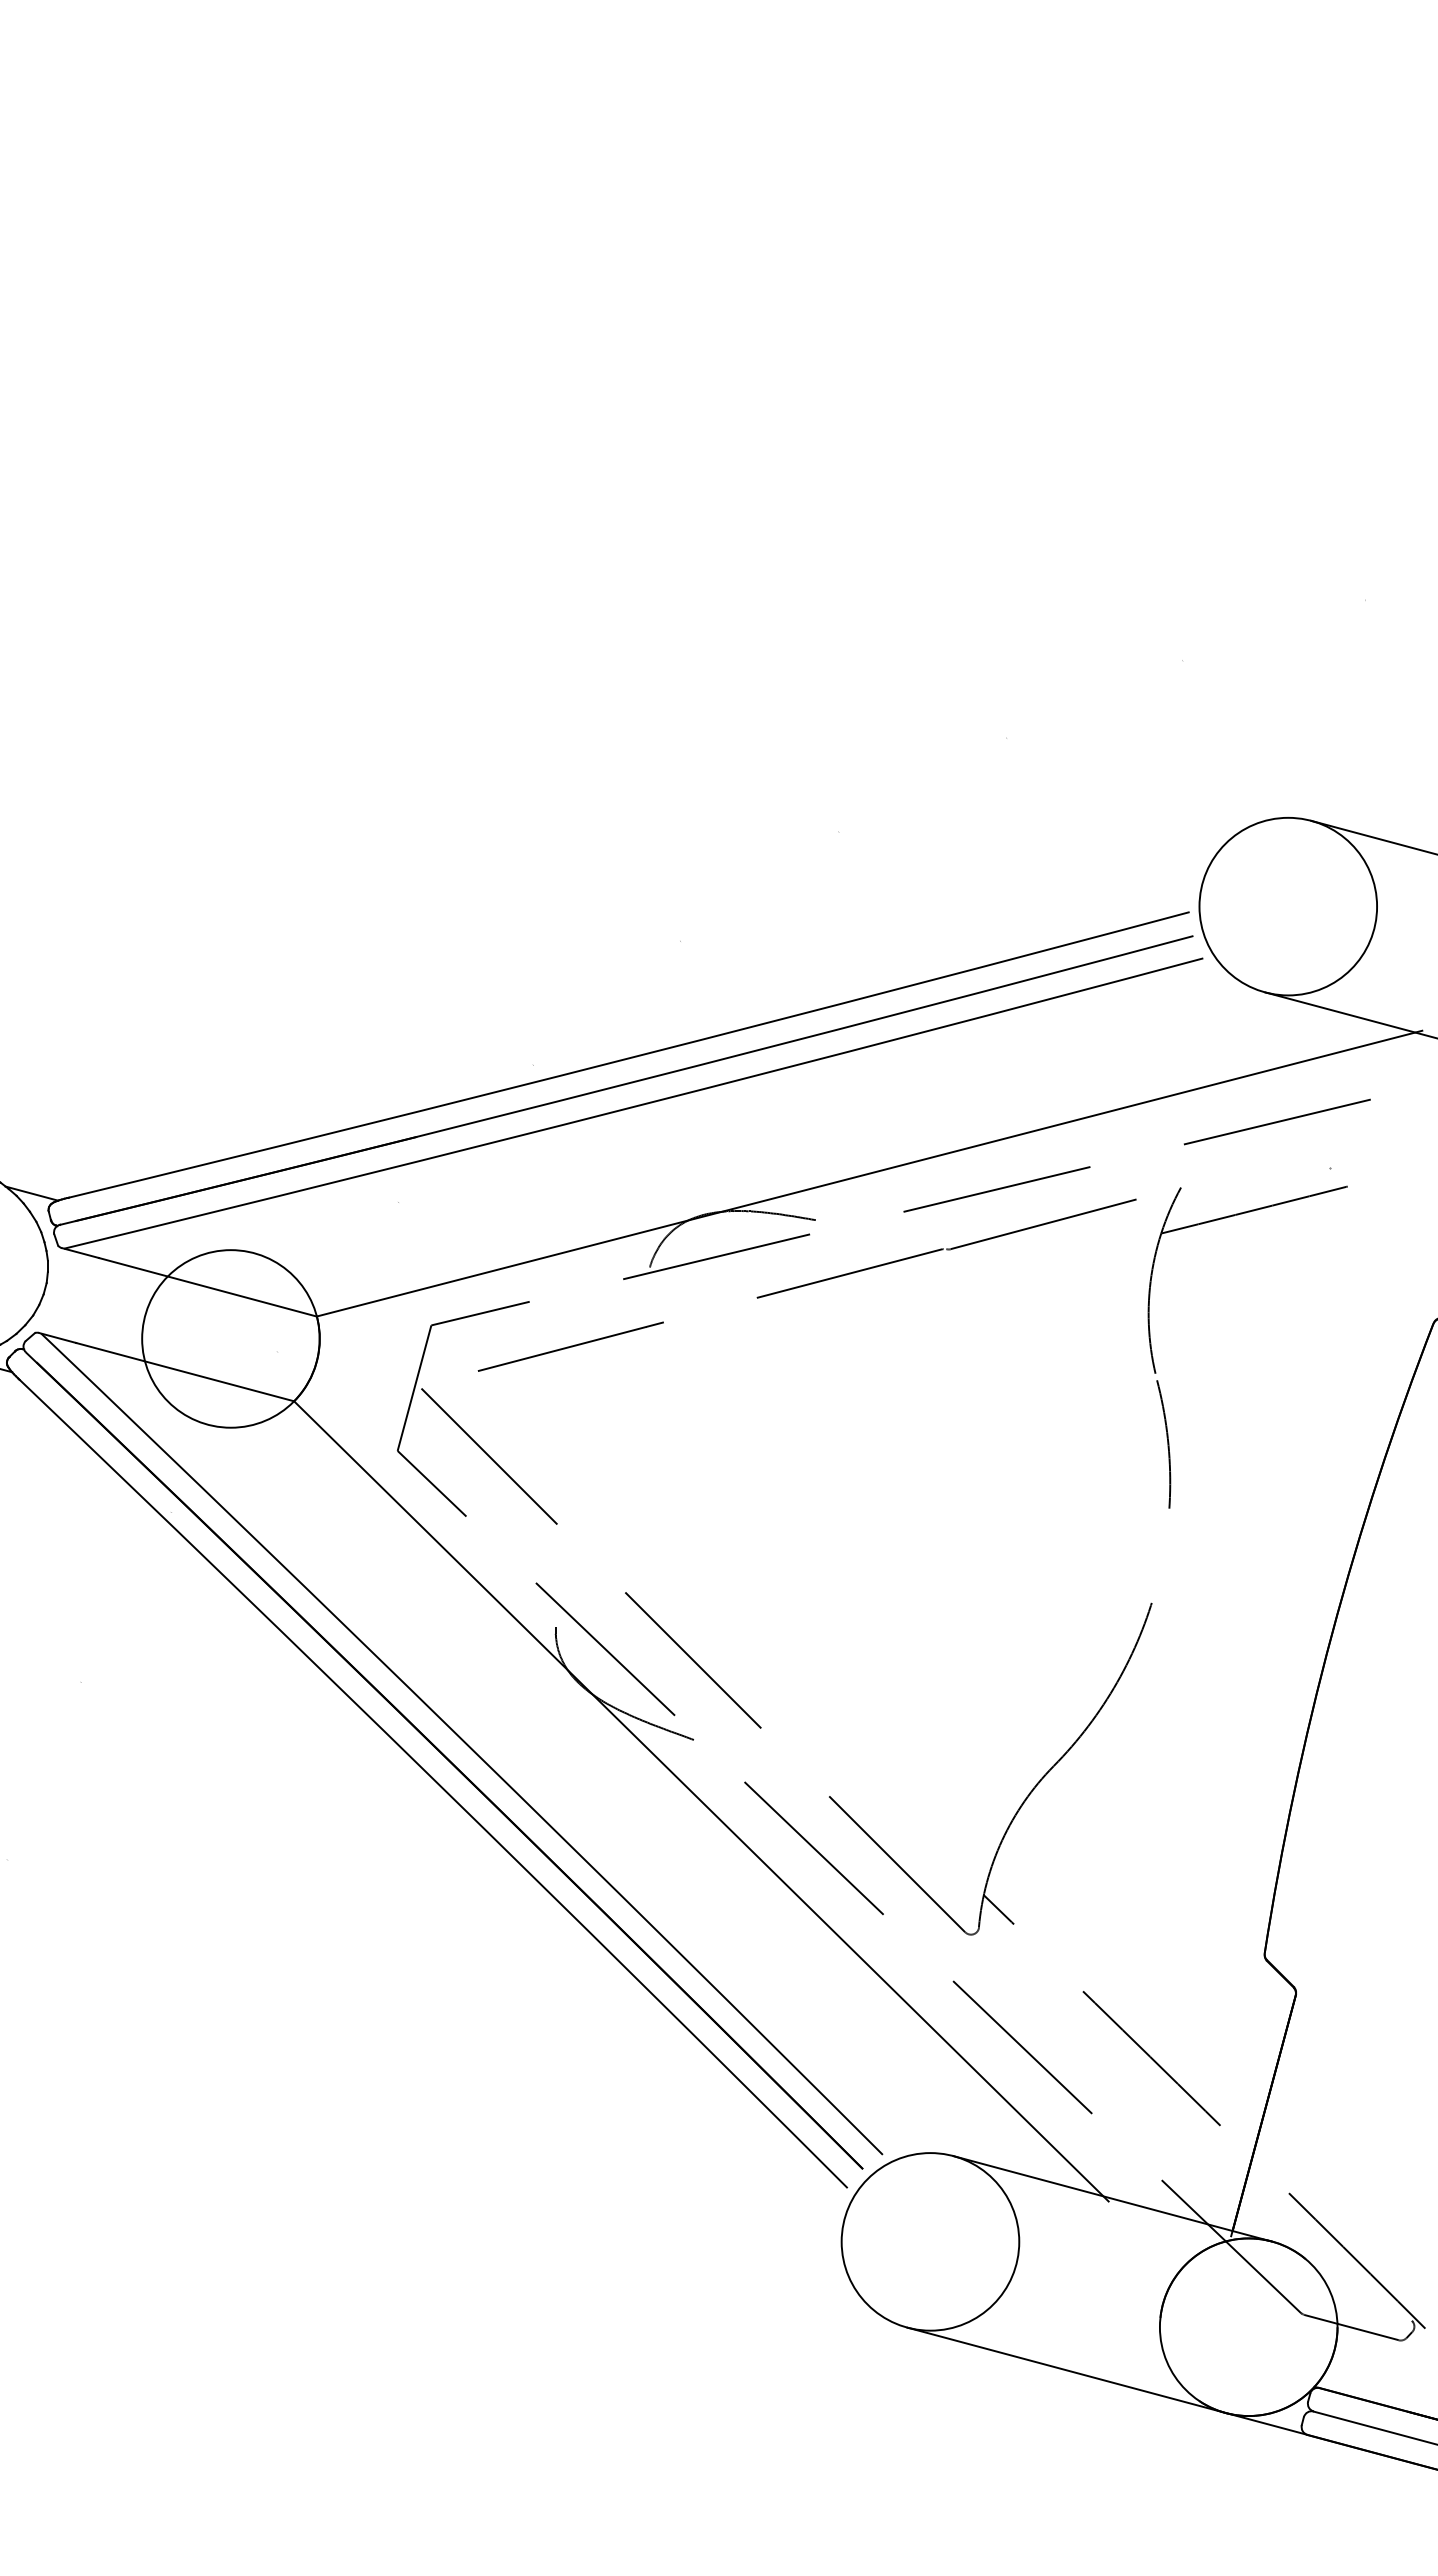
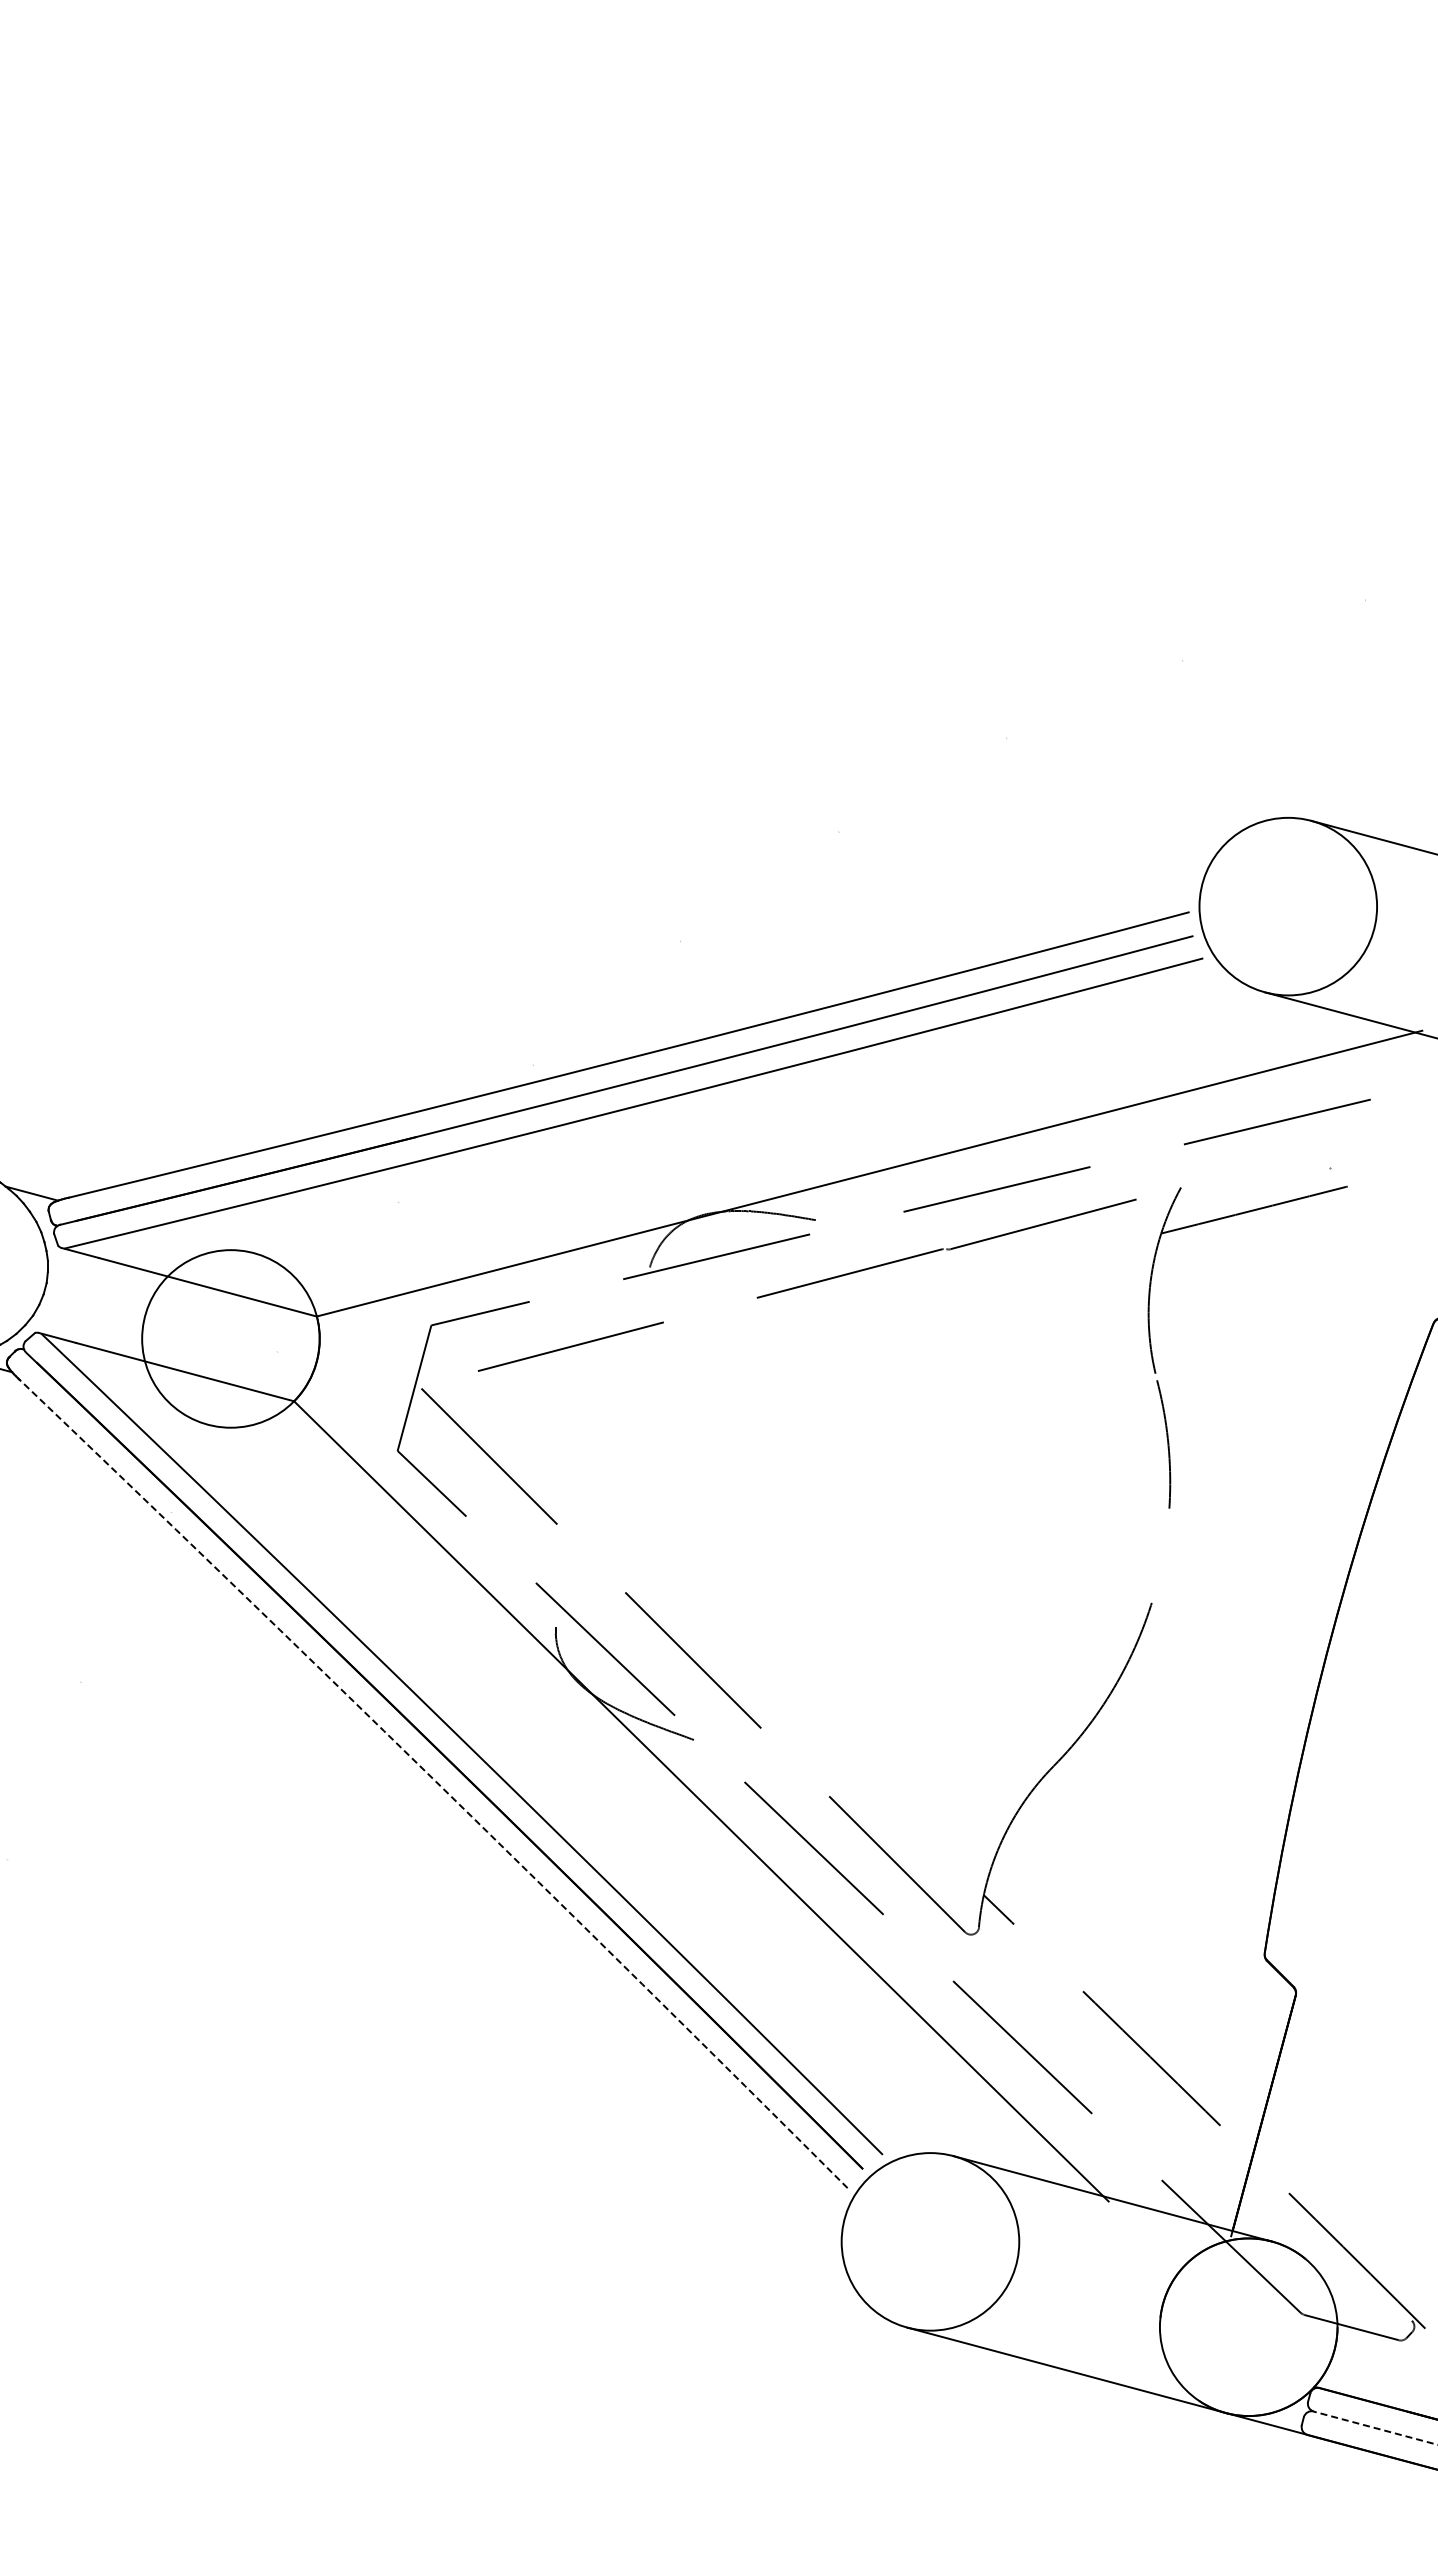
arc at (435, 1781): solid -> dashed
line at (1375, 2428): solid -> dashed
